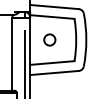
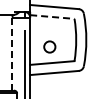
line at (52, 17): solid -> dashed
circle at (49, 39) position: (49, 39) -> (49, 46)
line at (12, 54): solid -> dashed
